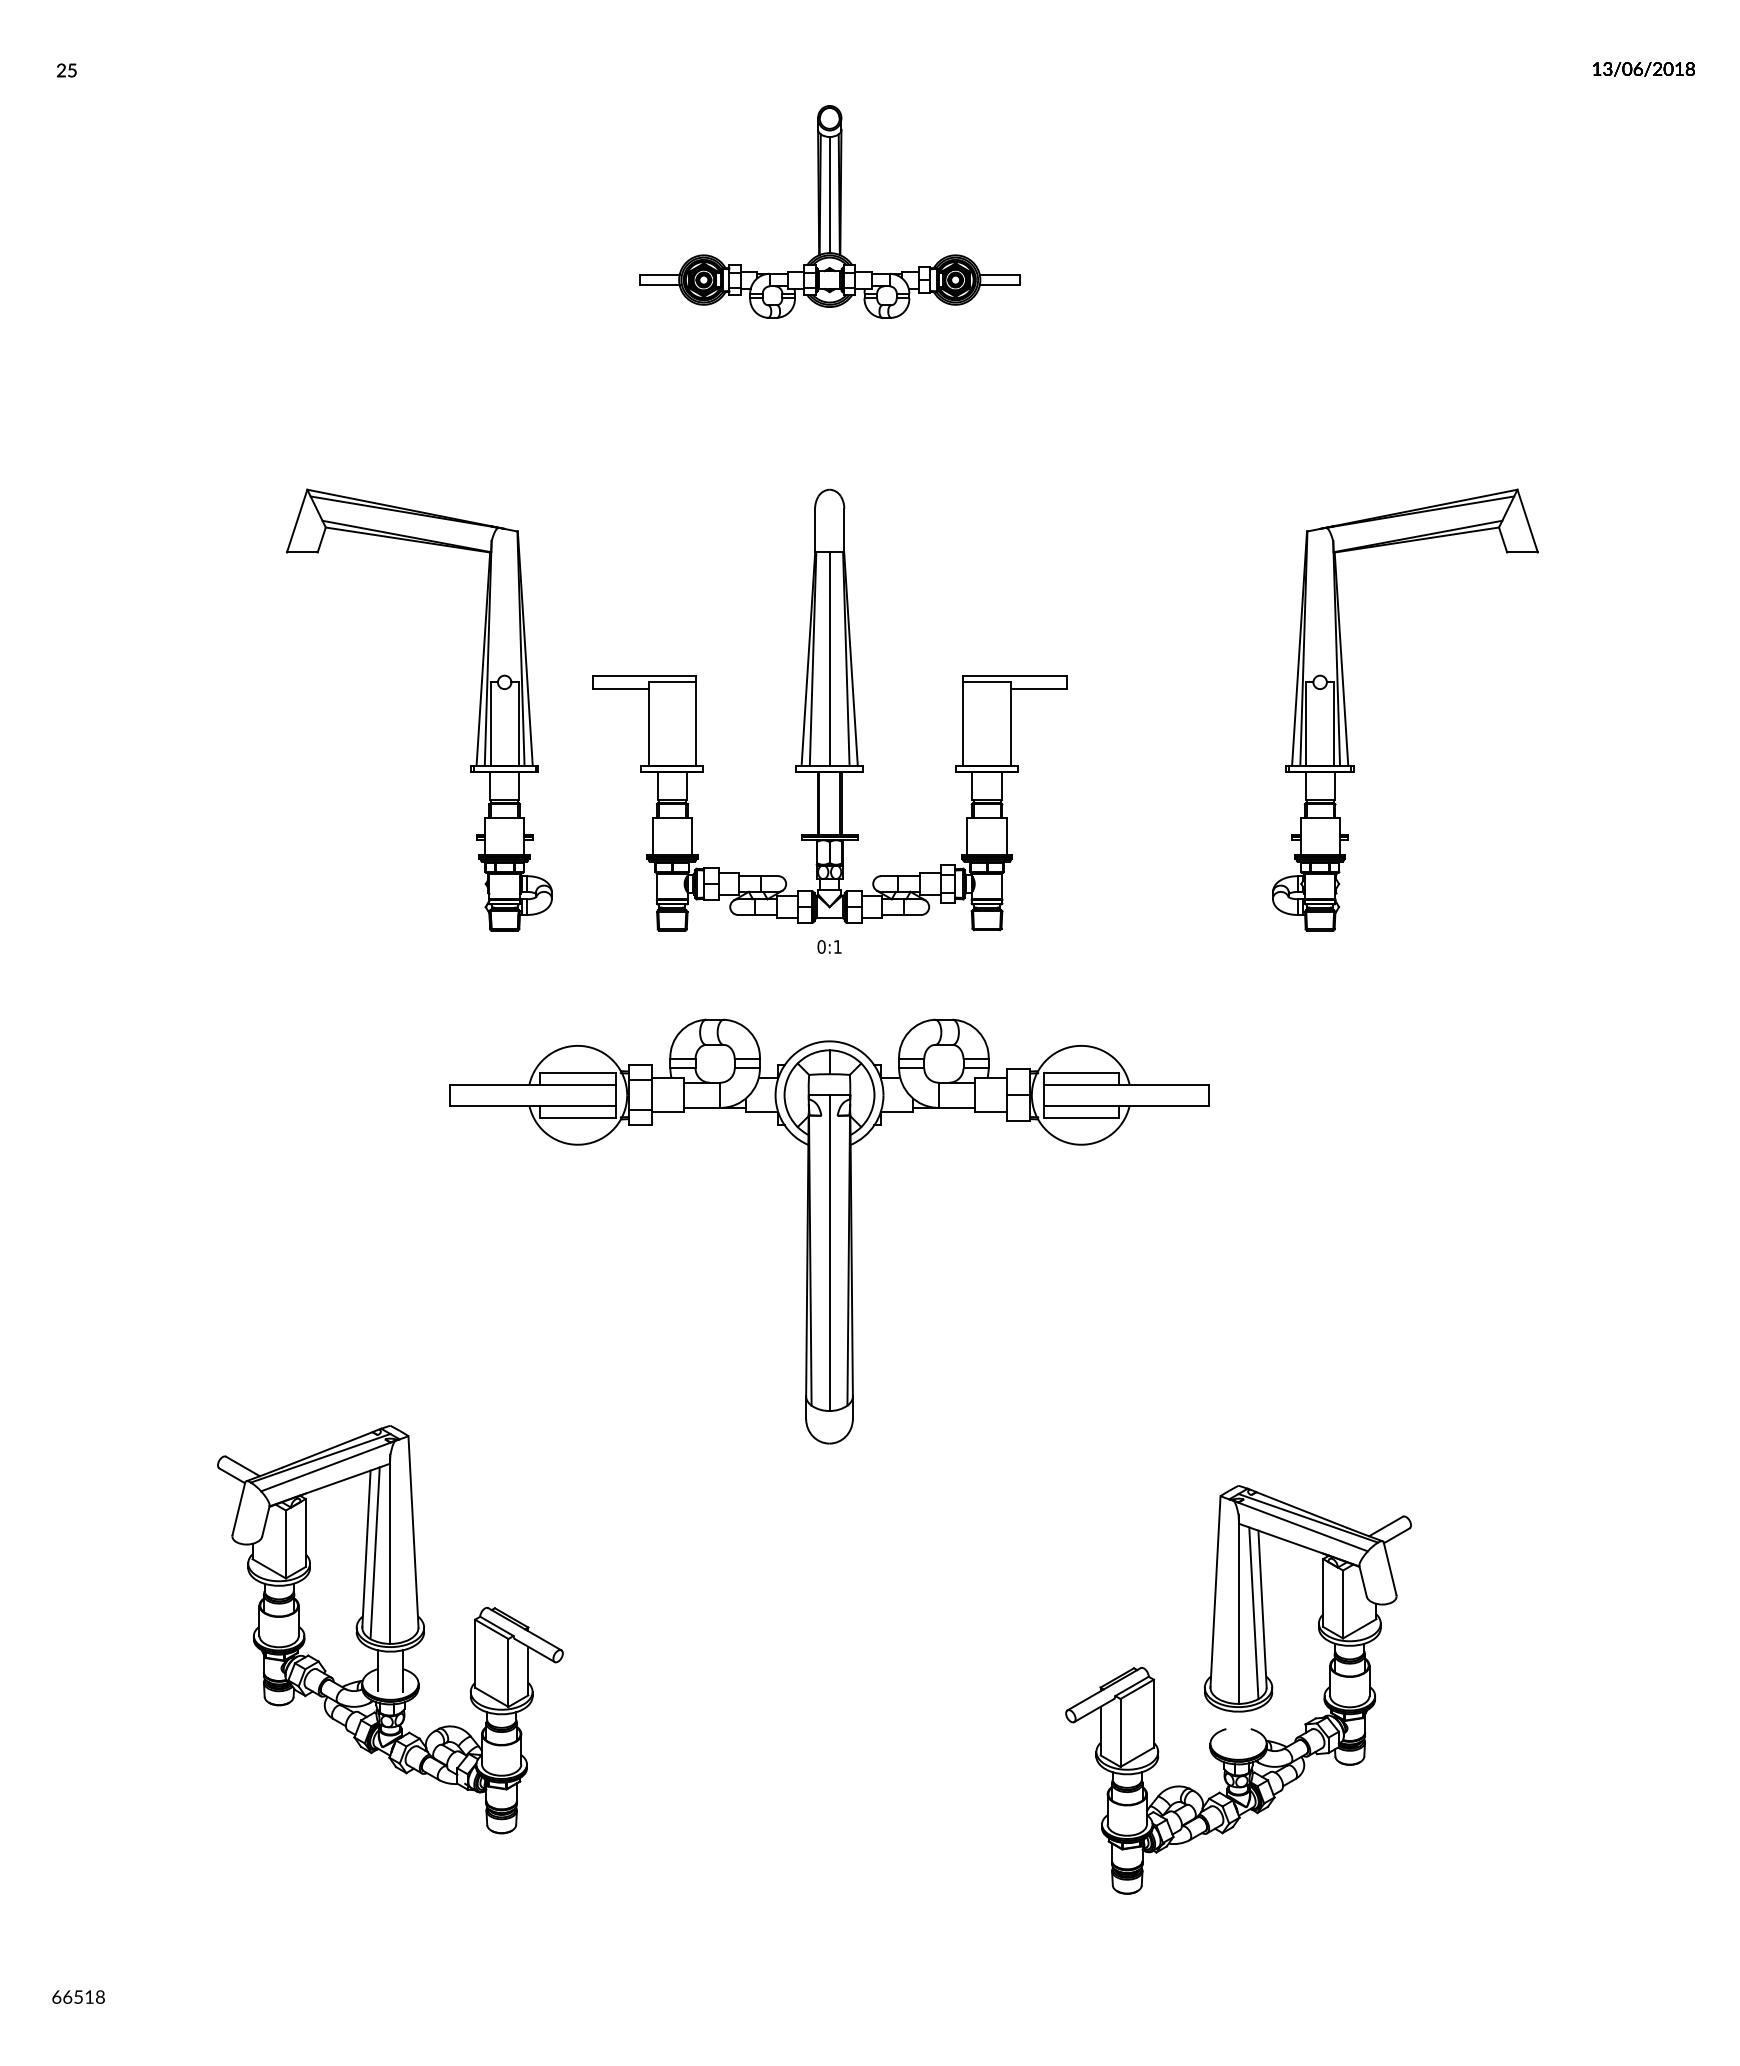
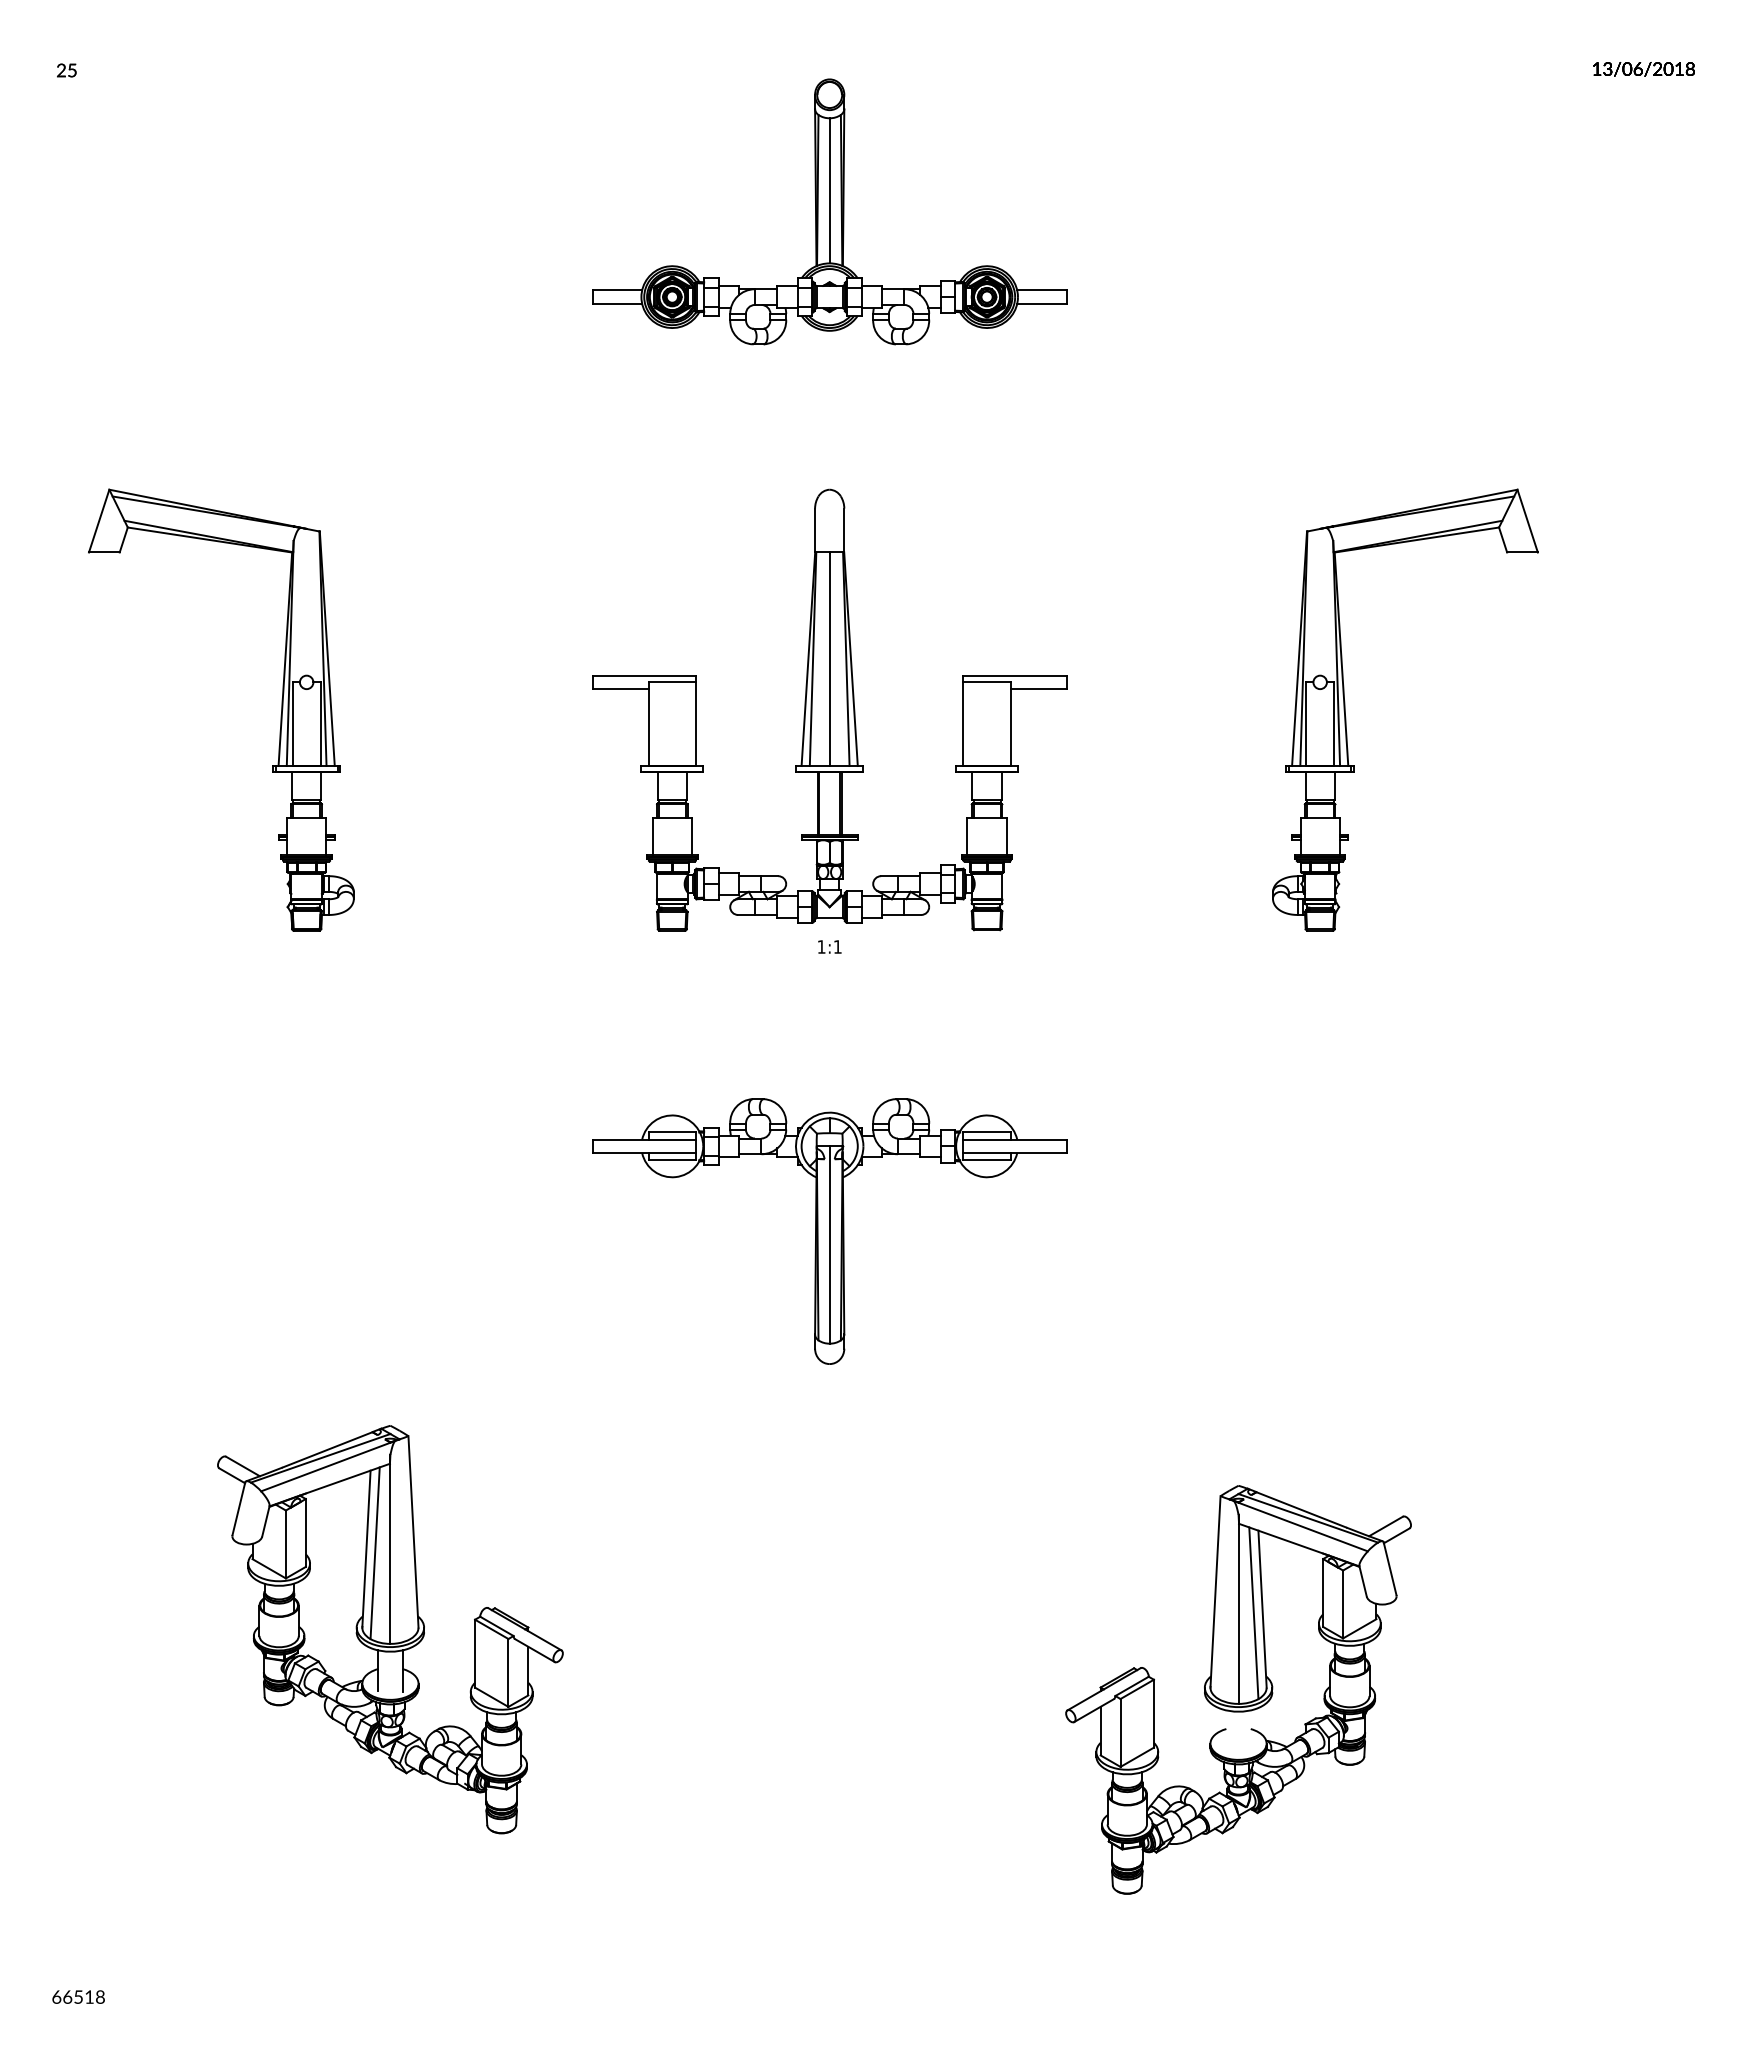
part at (829, 211) size: 382x214 px -> 476x268 px
part at (478, 715) position: (478, 715) -> (280, 715)
text at (821, 946): 0:1 -> 1:1
part at (829, 1231) size: 761x427 px -> 476x267 px
